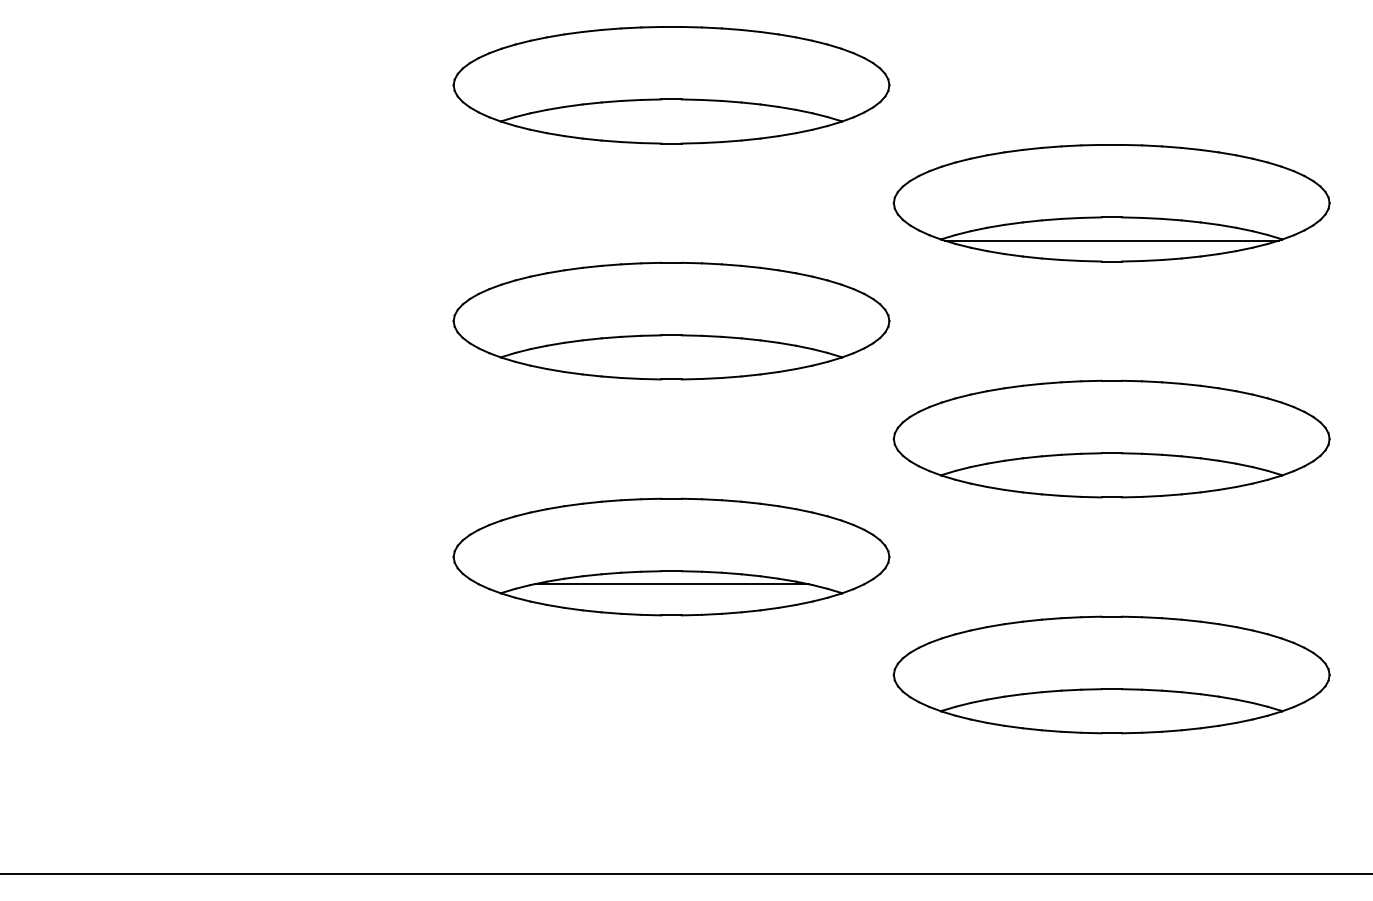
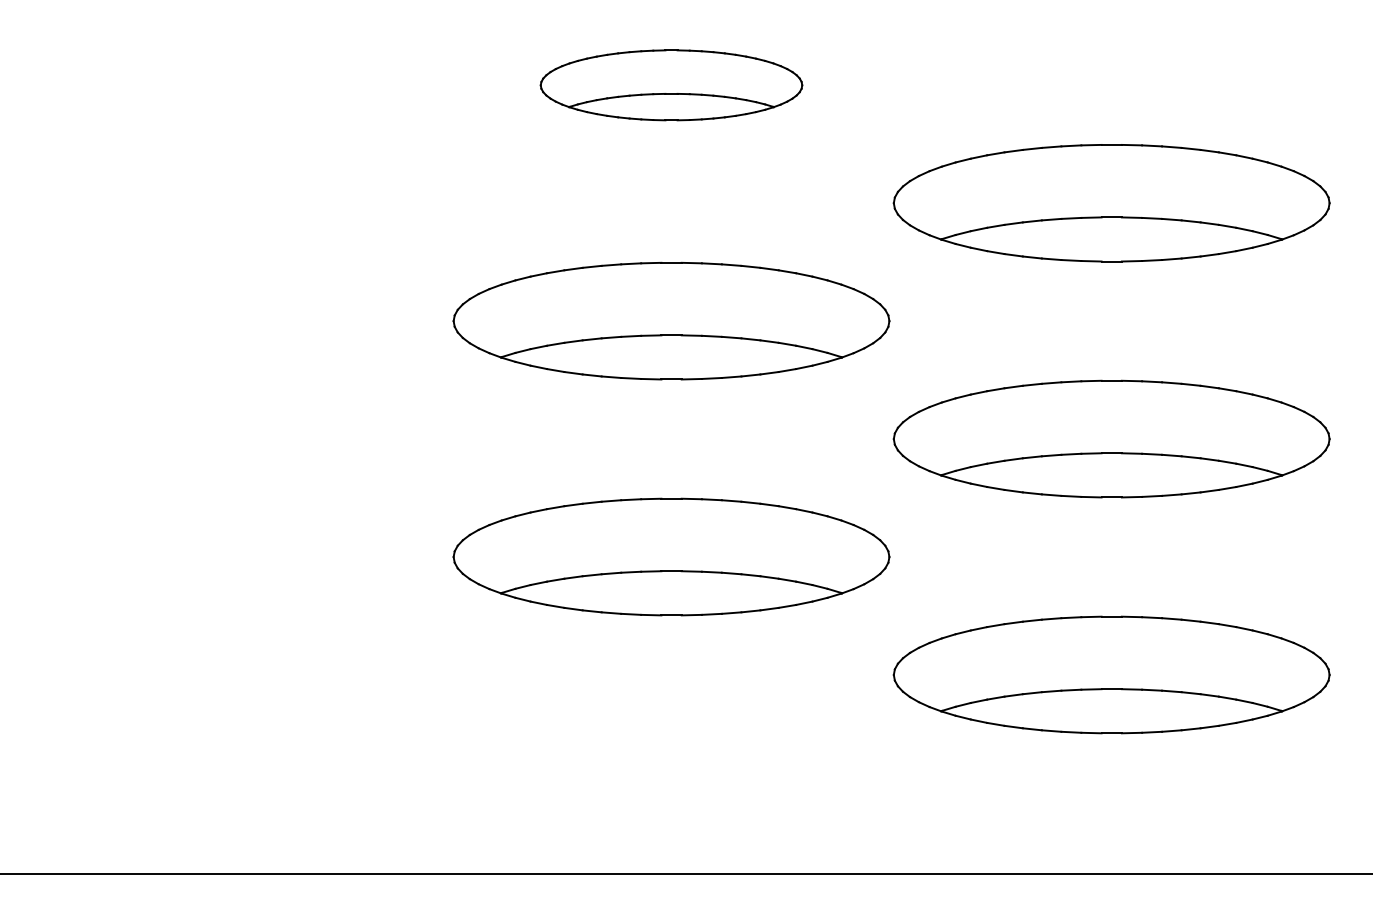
part at (671, 85) size: 439x119 px -> 265x73 px
line at (1111, 240): present -> none
line at (671, 584): present -> none
